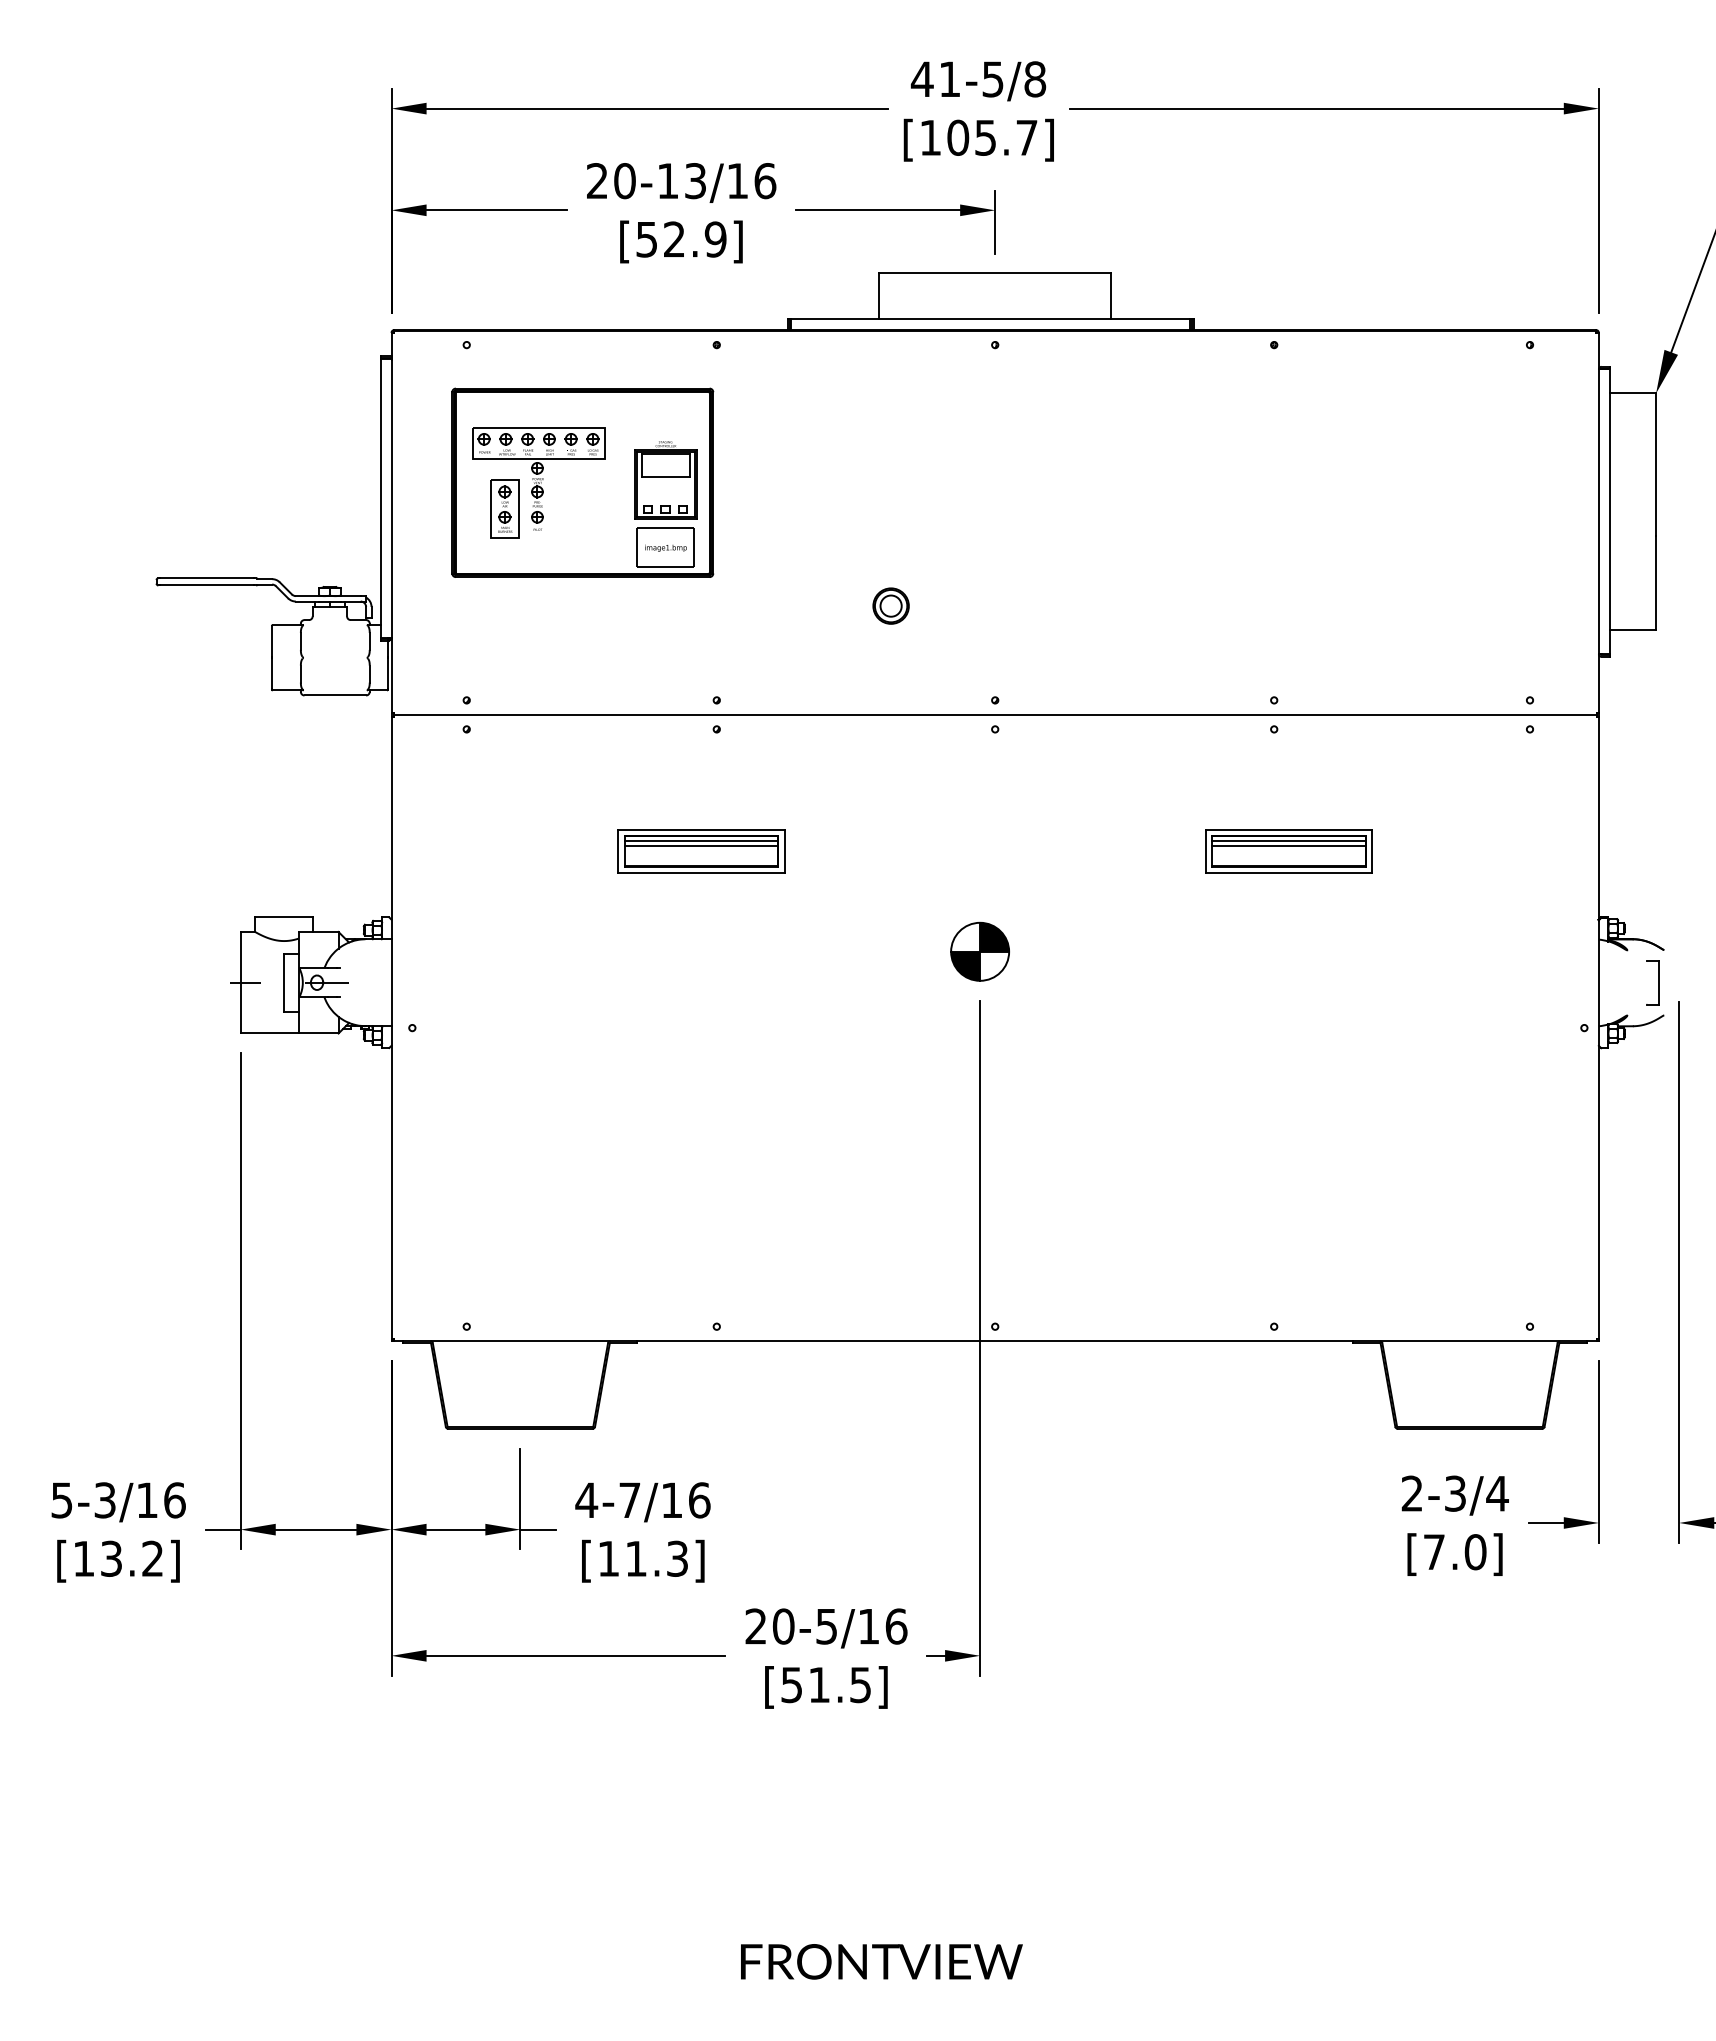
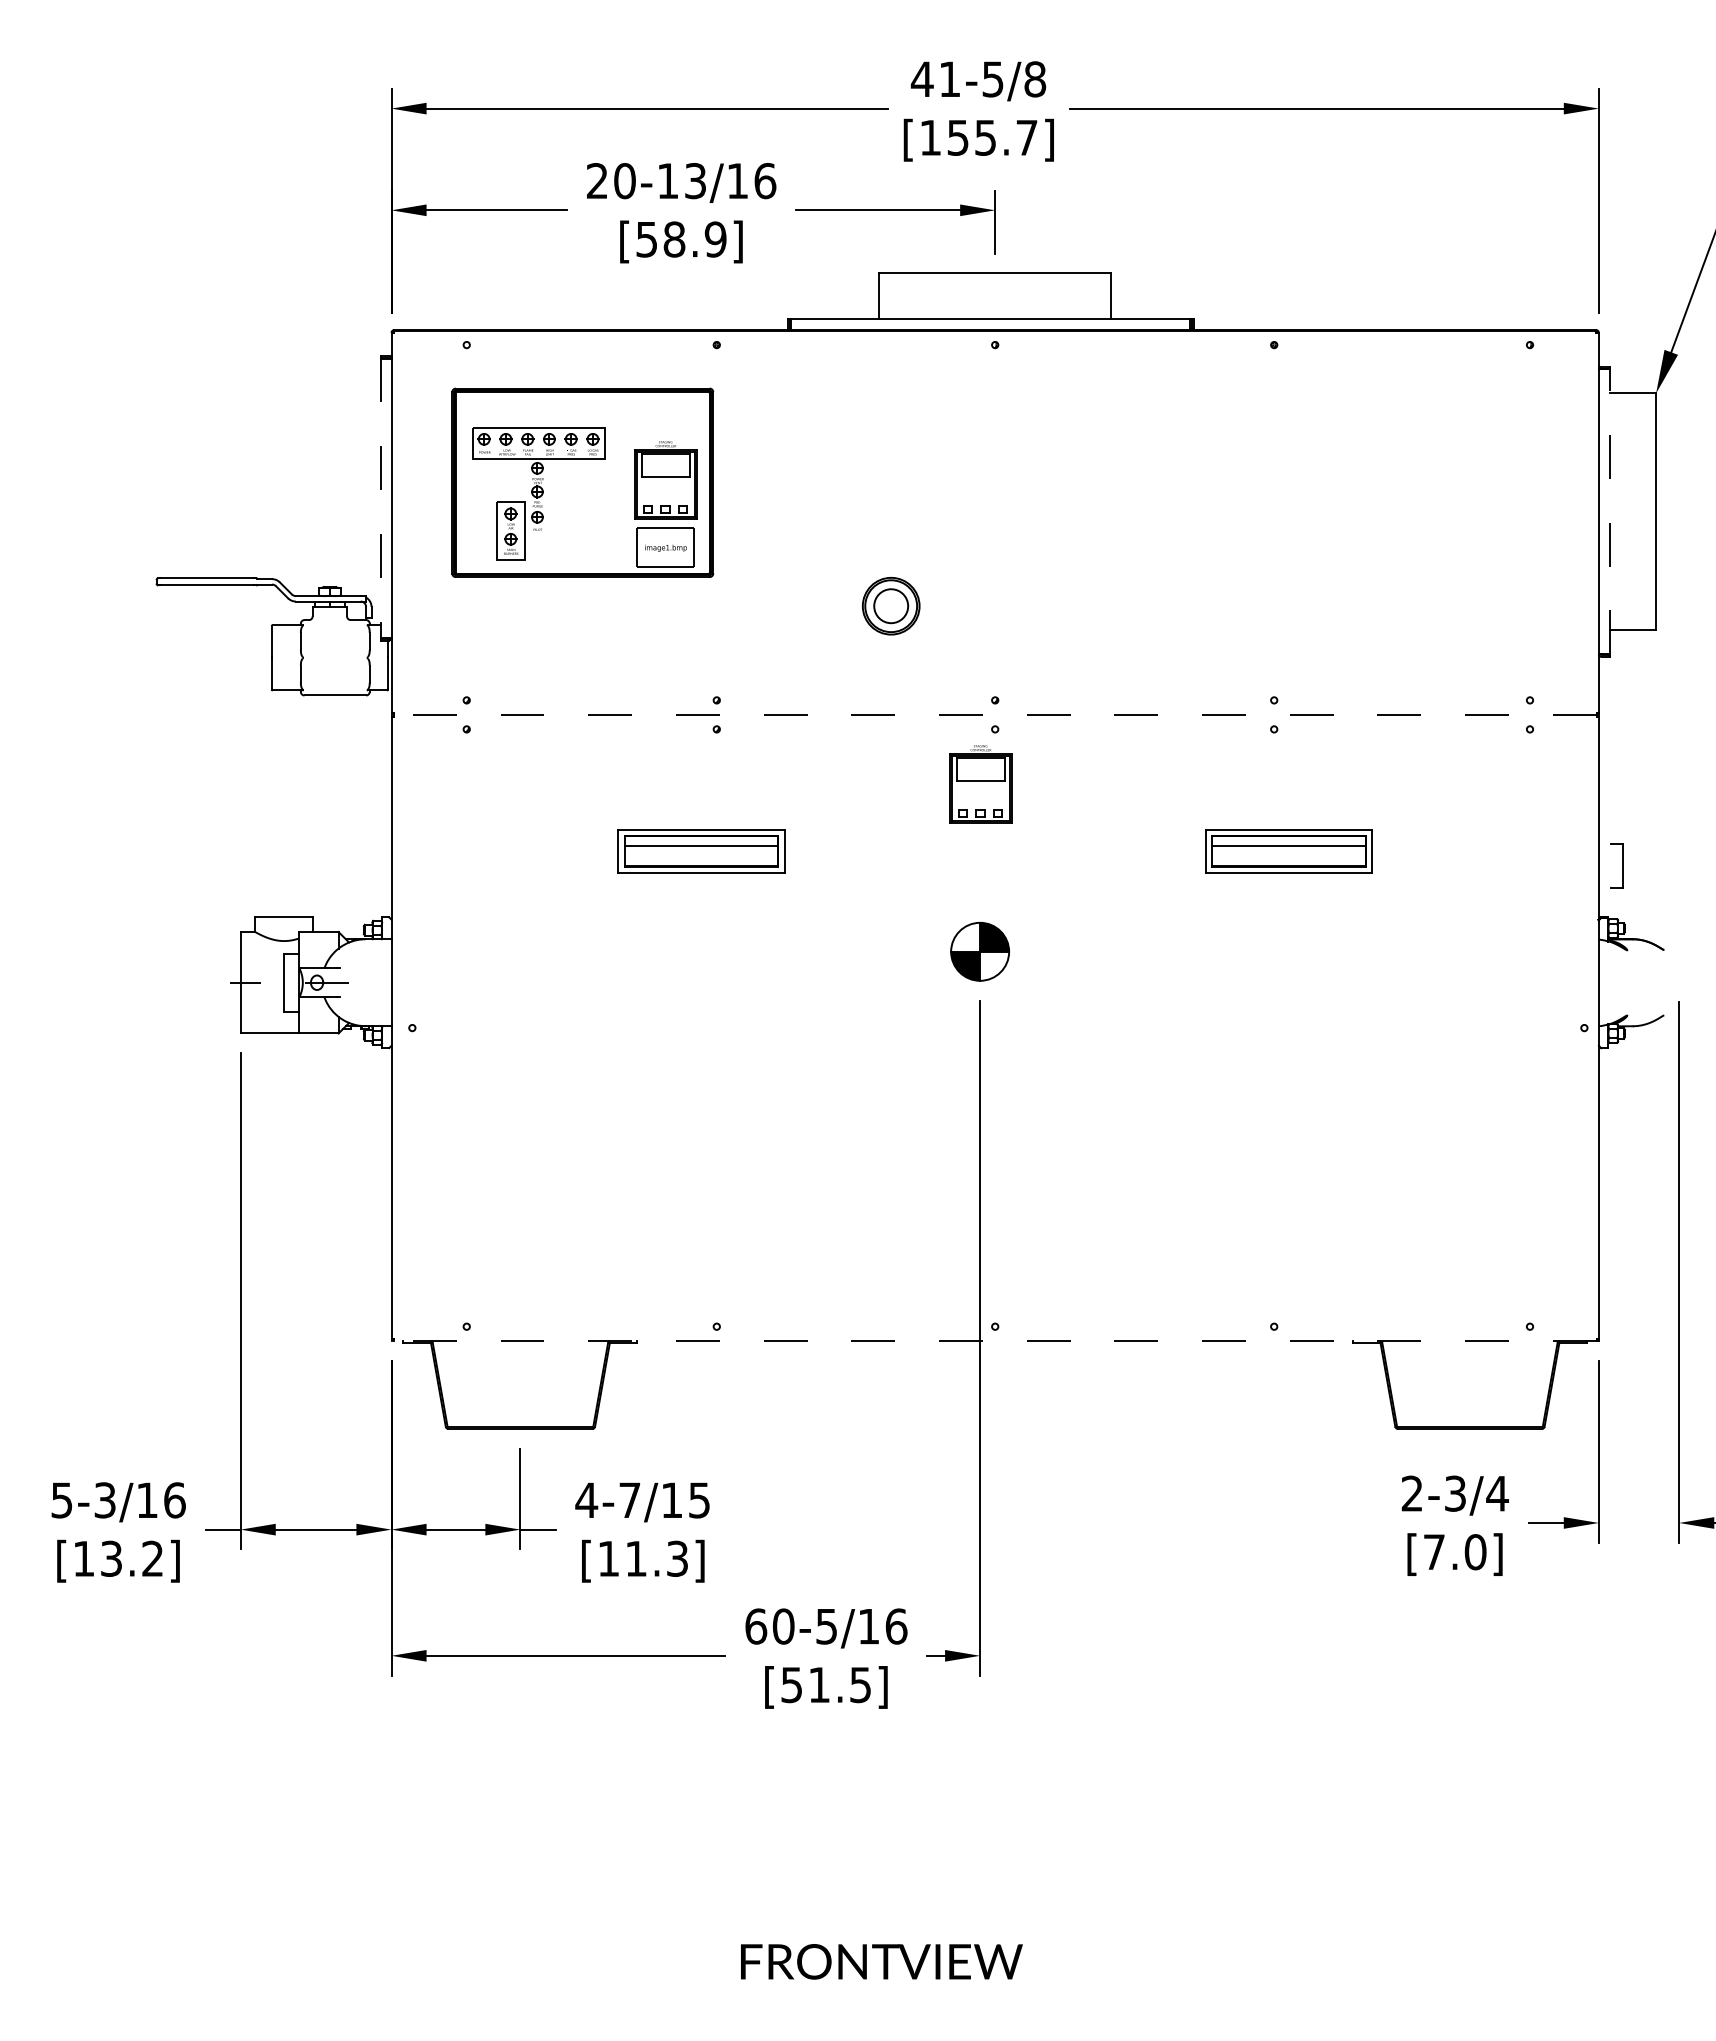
text at (958, 137): [105.7] -> [155.7]
text at (674, 239): [52.9] -> [58.9]
line at (380, 498): solid -> dashed
part at (504, 508) position: (504, 508) -> (510, 530)
line at (1609, 511): solid -> dashed
part at (890, 605) size: 38x38 px -> 60x59 px
line at (994, 714): solid -> dashed
part at (980, 784): none -> present
line at (701, 840): present -> none
line at (1288, 840): present -> none
part at (1652, 982) position: (1652, 982) -> (1616, 865)
line at (994, 1341): solid -> dashed
text at (699, 1500): 4-7/16 -> 4-7/15
text at (756, 1626): 20-5/16 -> 60-5/16
